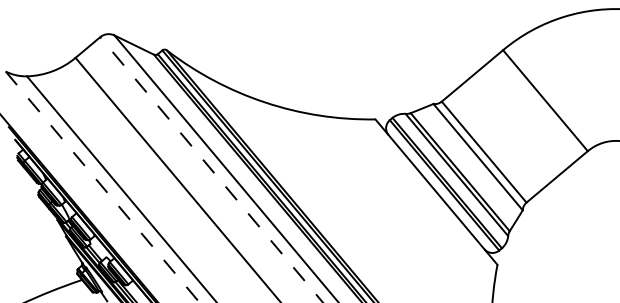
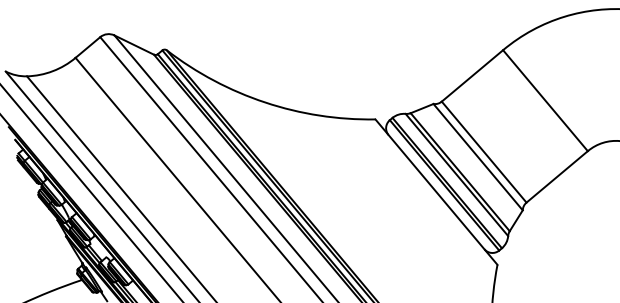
line at (211, 169): dashed -> solid
line at (102, 187): dashed -> solid
line at (91, 192): none -> present
